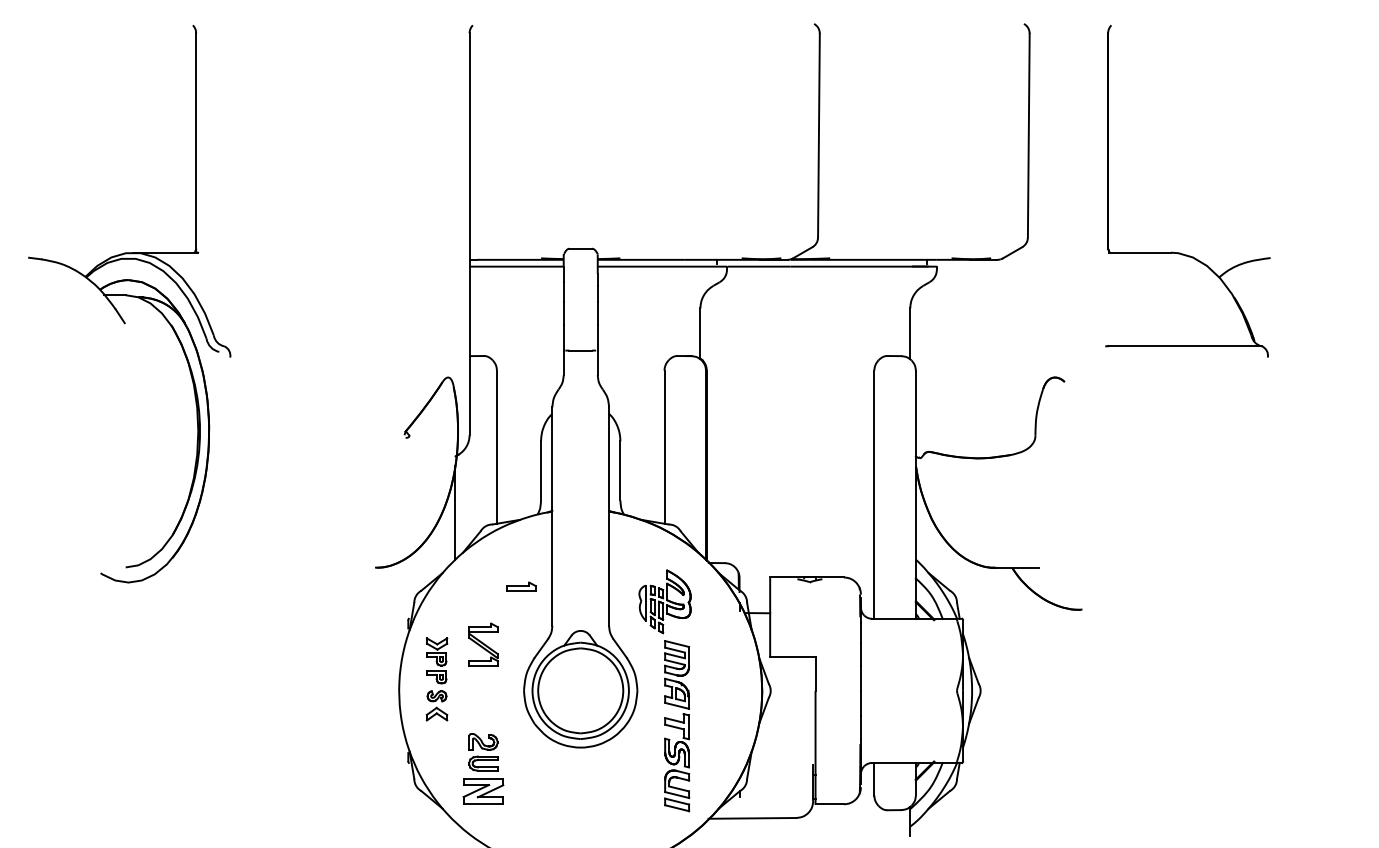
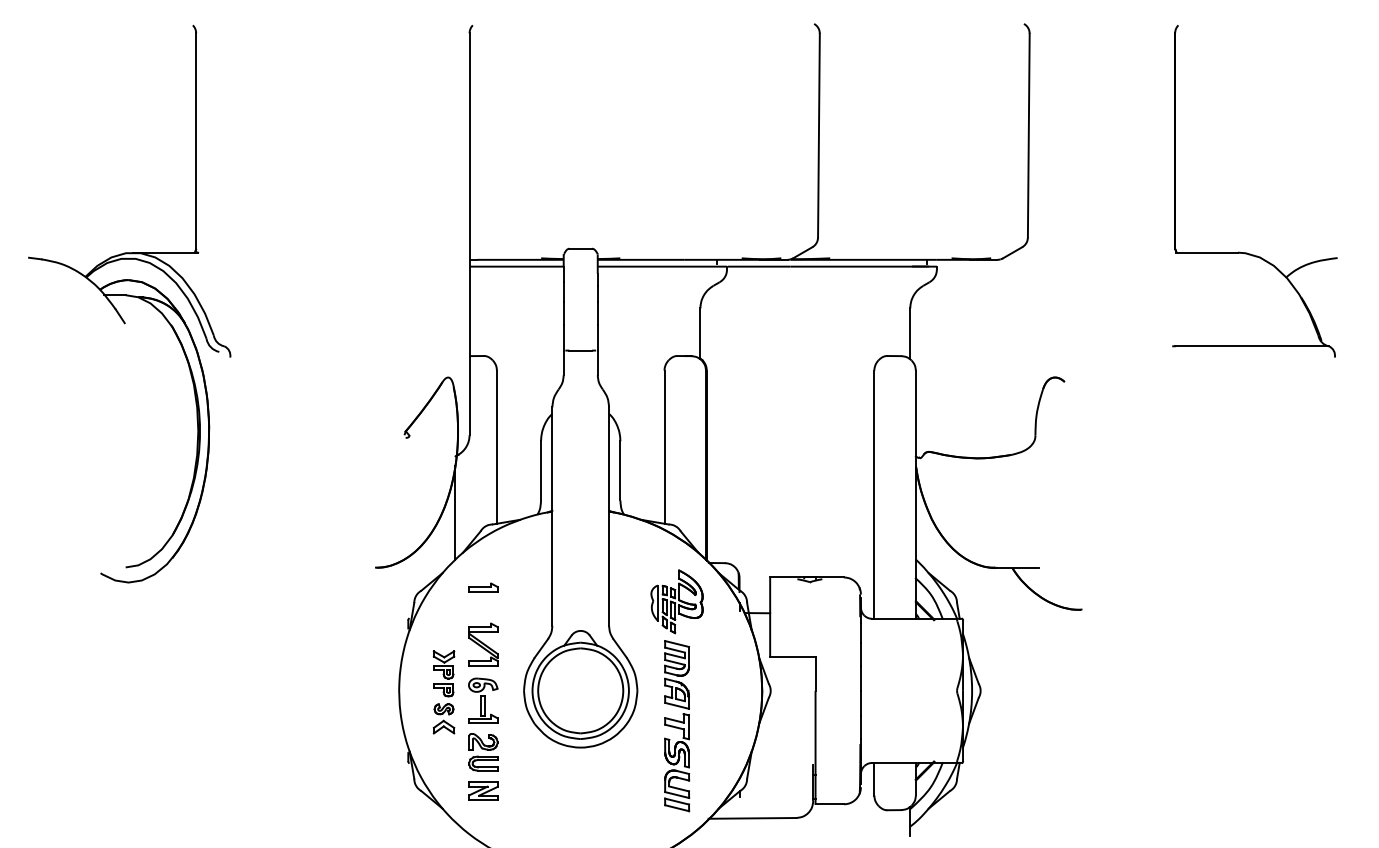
part at (1180, 252) position: (1180, 252) -> (1247, 252)
part at (521, 586) position: (521, 586) -> (483, 587)
part at (664, 601) position: (664, 601) -> (676, 601)
part at (436, 679) position: (436, 679) -> (443, 692)
part at (483, 700): none -> present
part at (483, 791) size: 43x27 px -> 31x20 px
